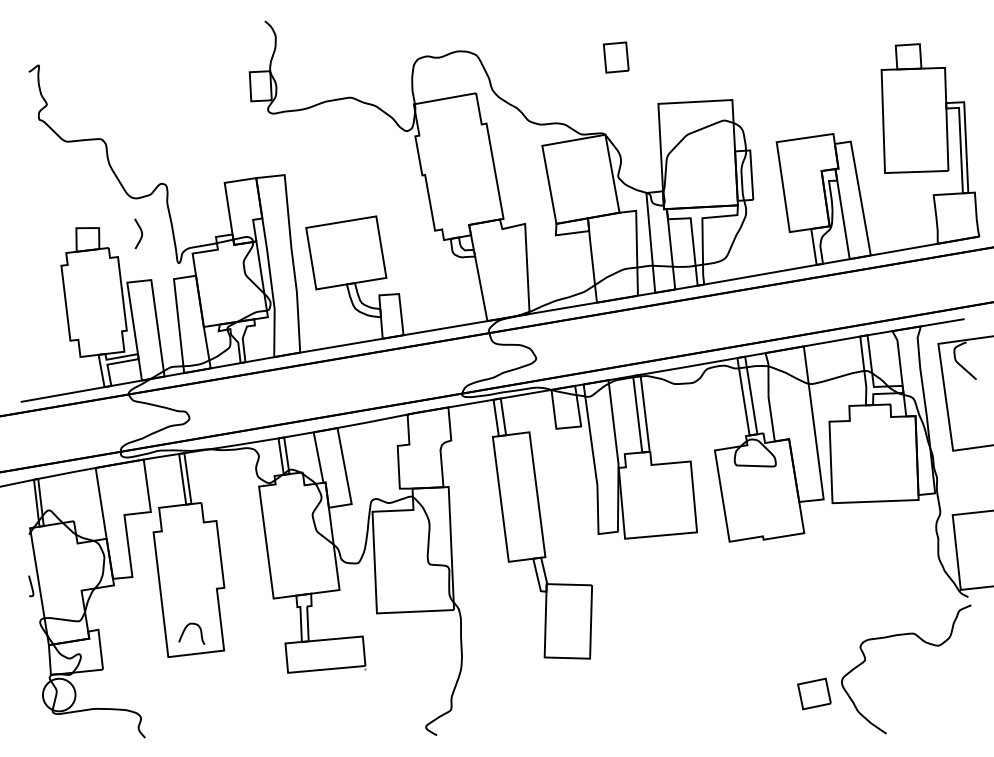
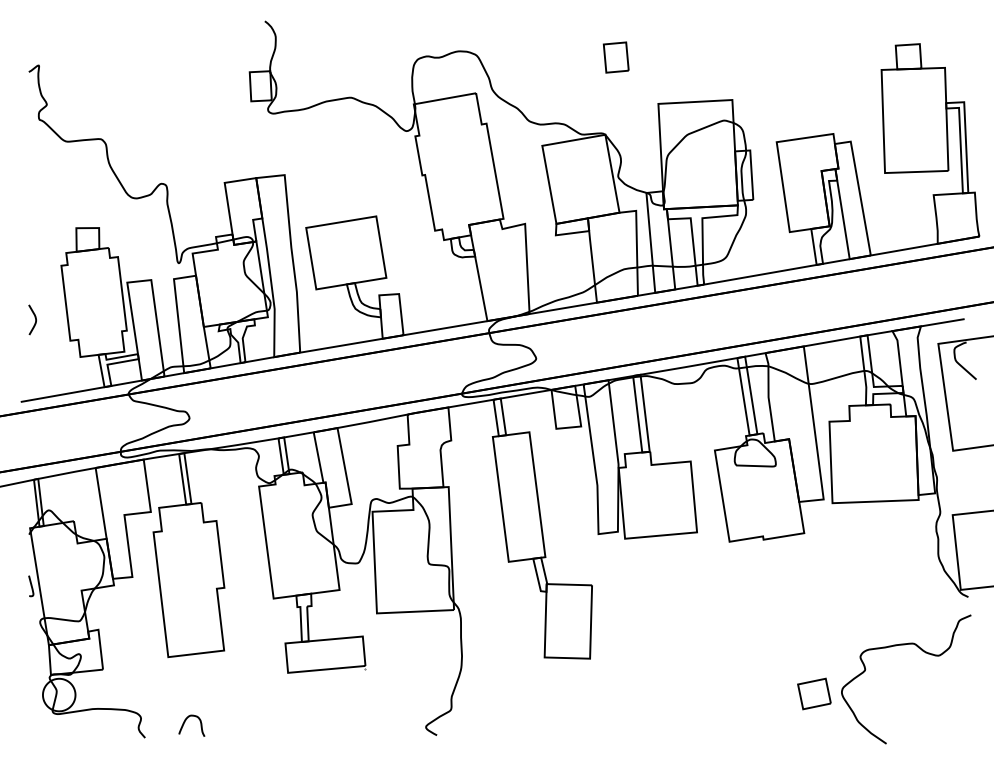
curve at (140, 231) position: (140, 231) -> (34, 317)
curve at (185, 630) position: (185, 630) -> (185, 722)
curve at (925, 643) position: (925, 643) -> (925, 653)
